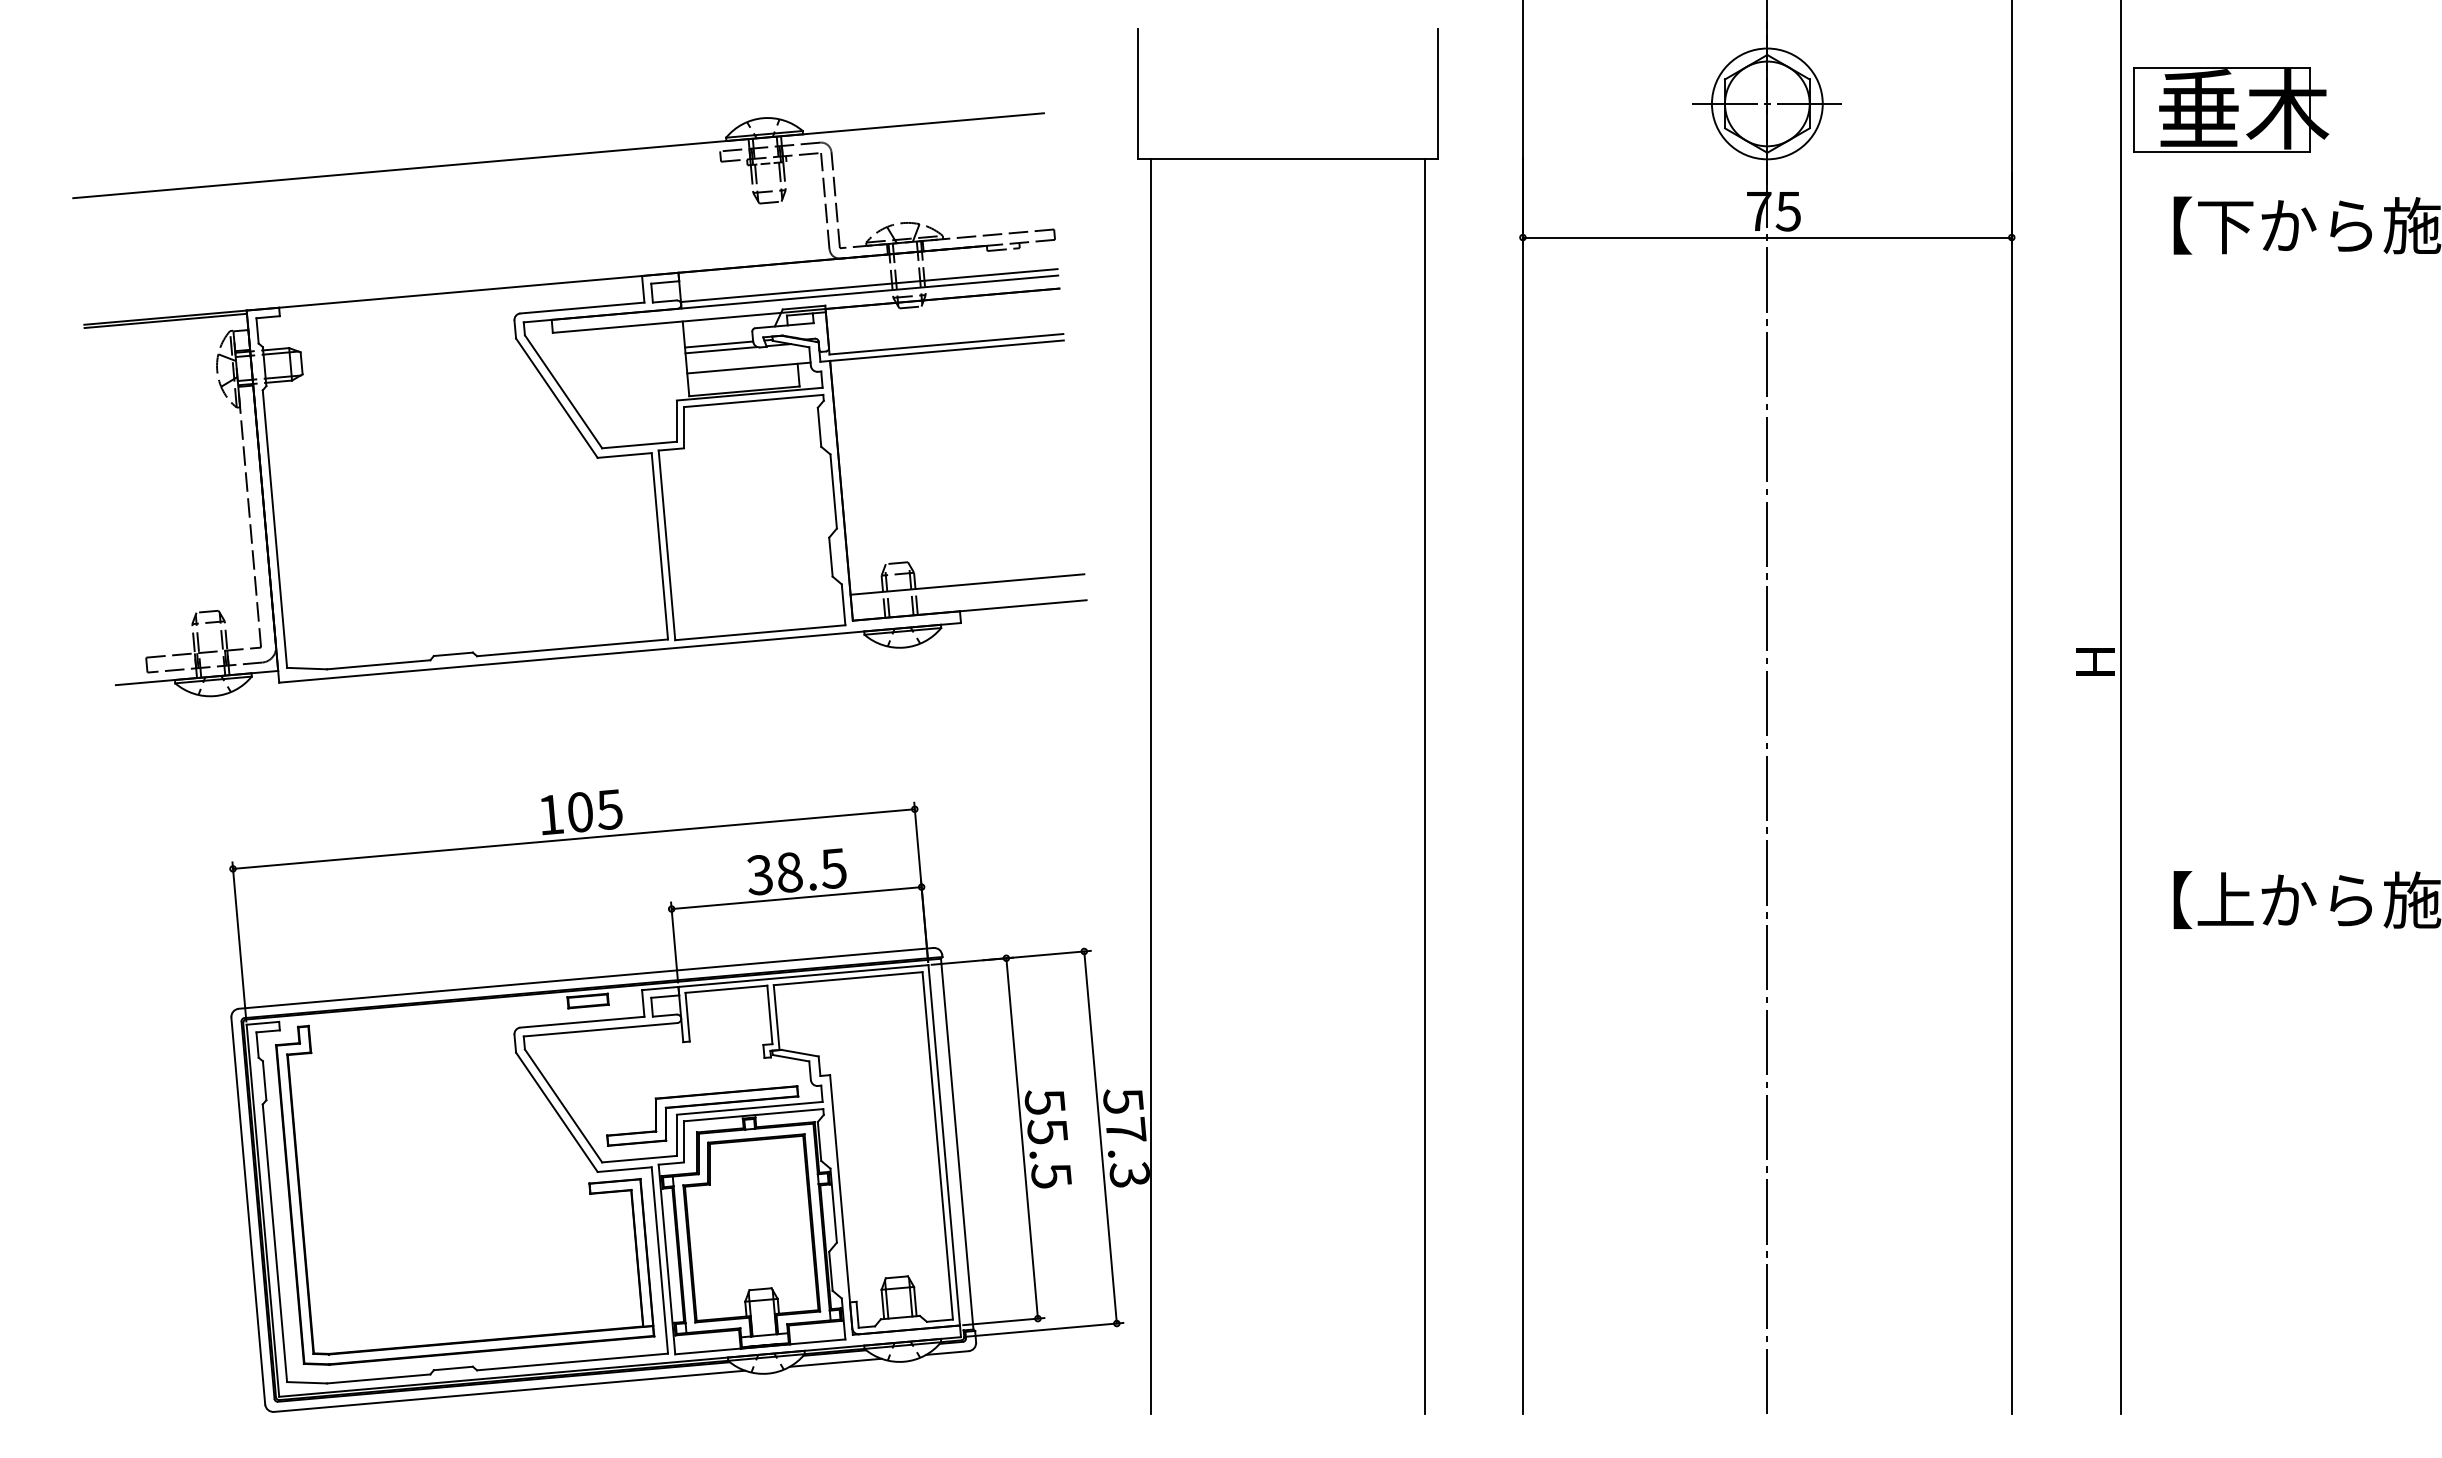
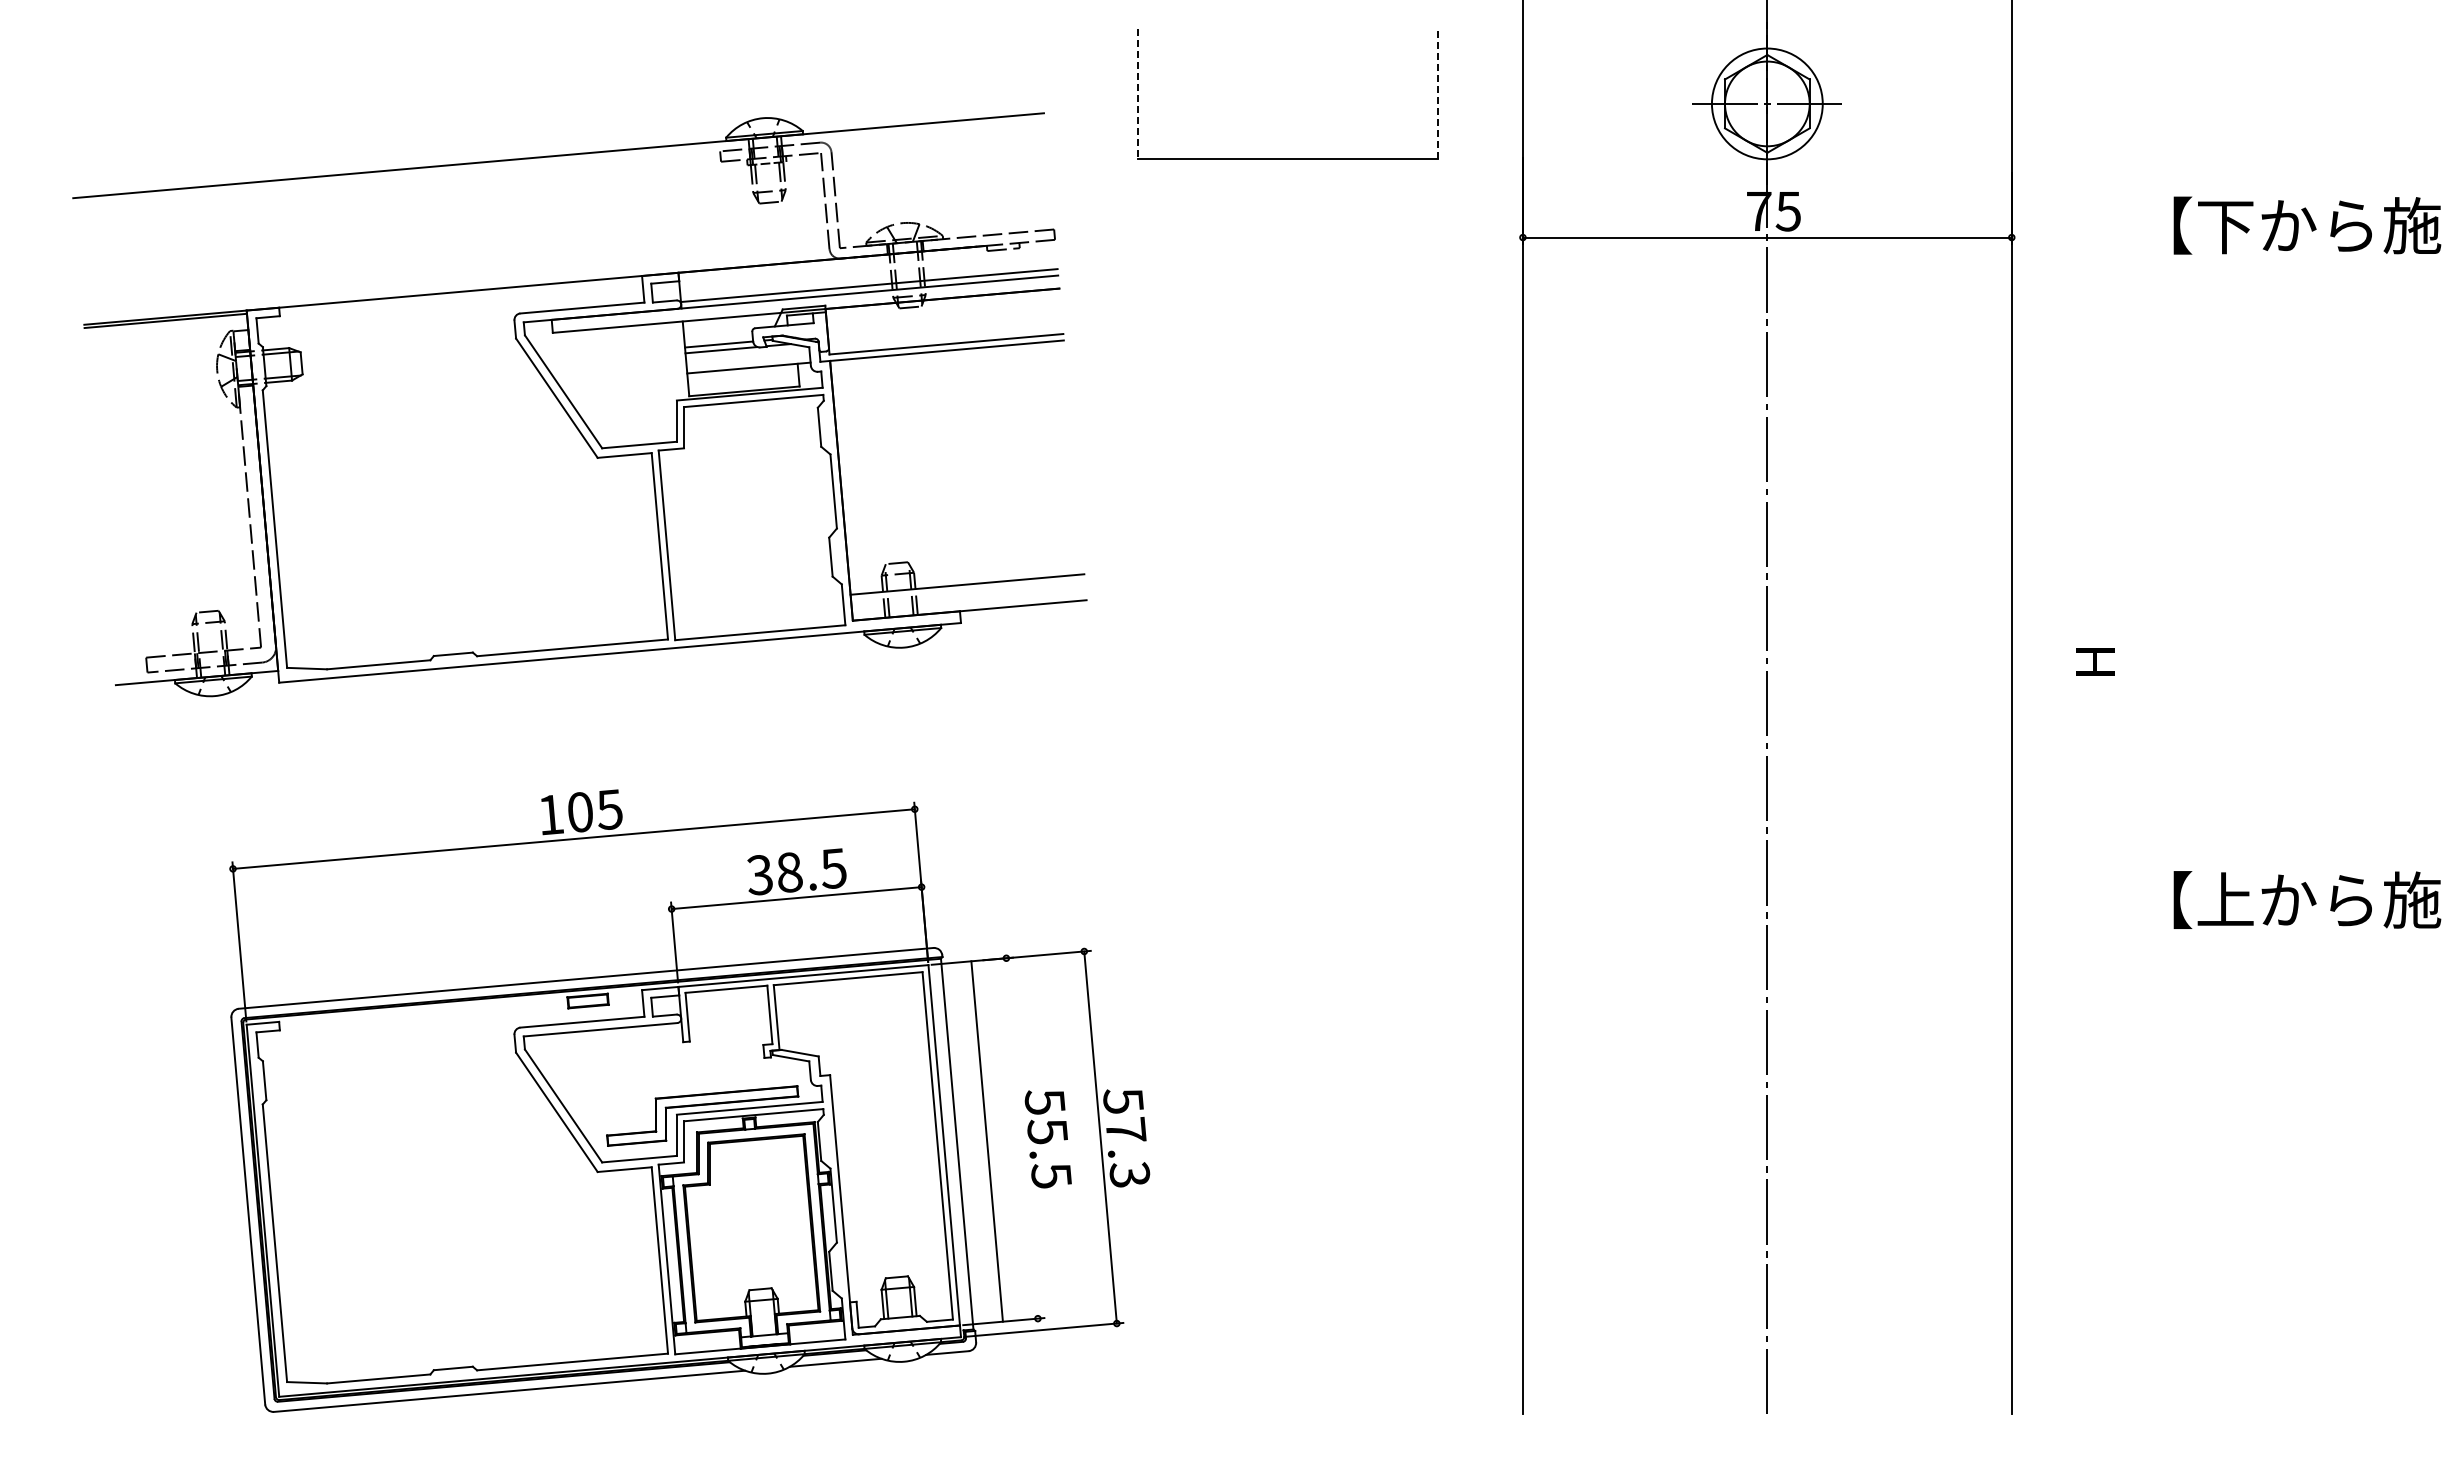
line at (1438, 93): solid -> dashed
line at (1138, 94): solid -> dashed
part at (2231, 109): present -> none
line at (2120, 708): present -> none
line at (1151, 786): present -> none
line at (1425, 786): present -> none
line at (1021, 1138) position: (1021, 1138) -> (986, 1141)
part at (588, 1188): present -> none
